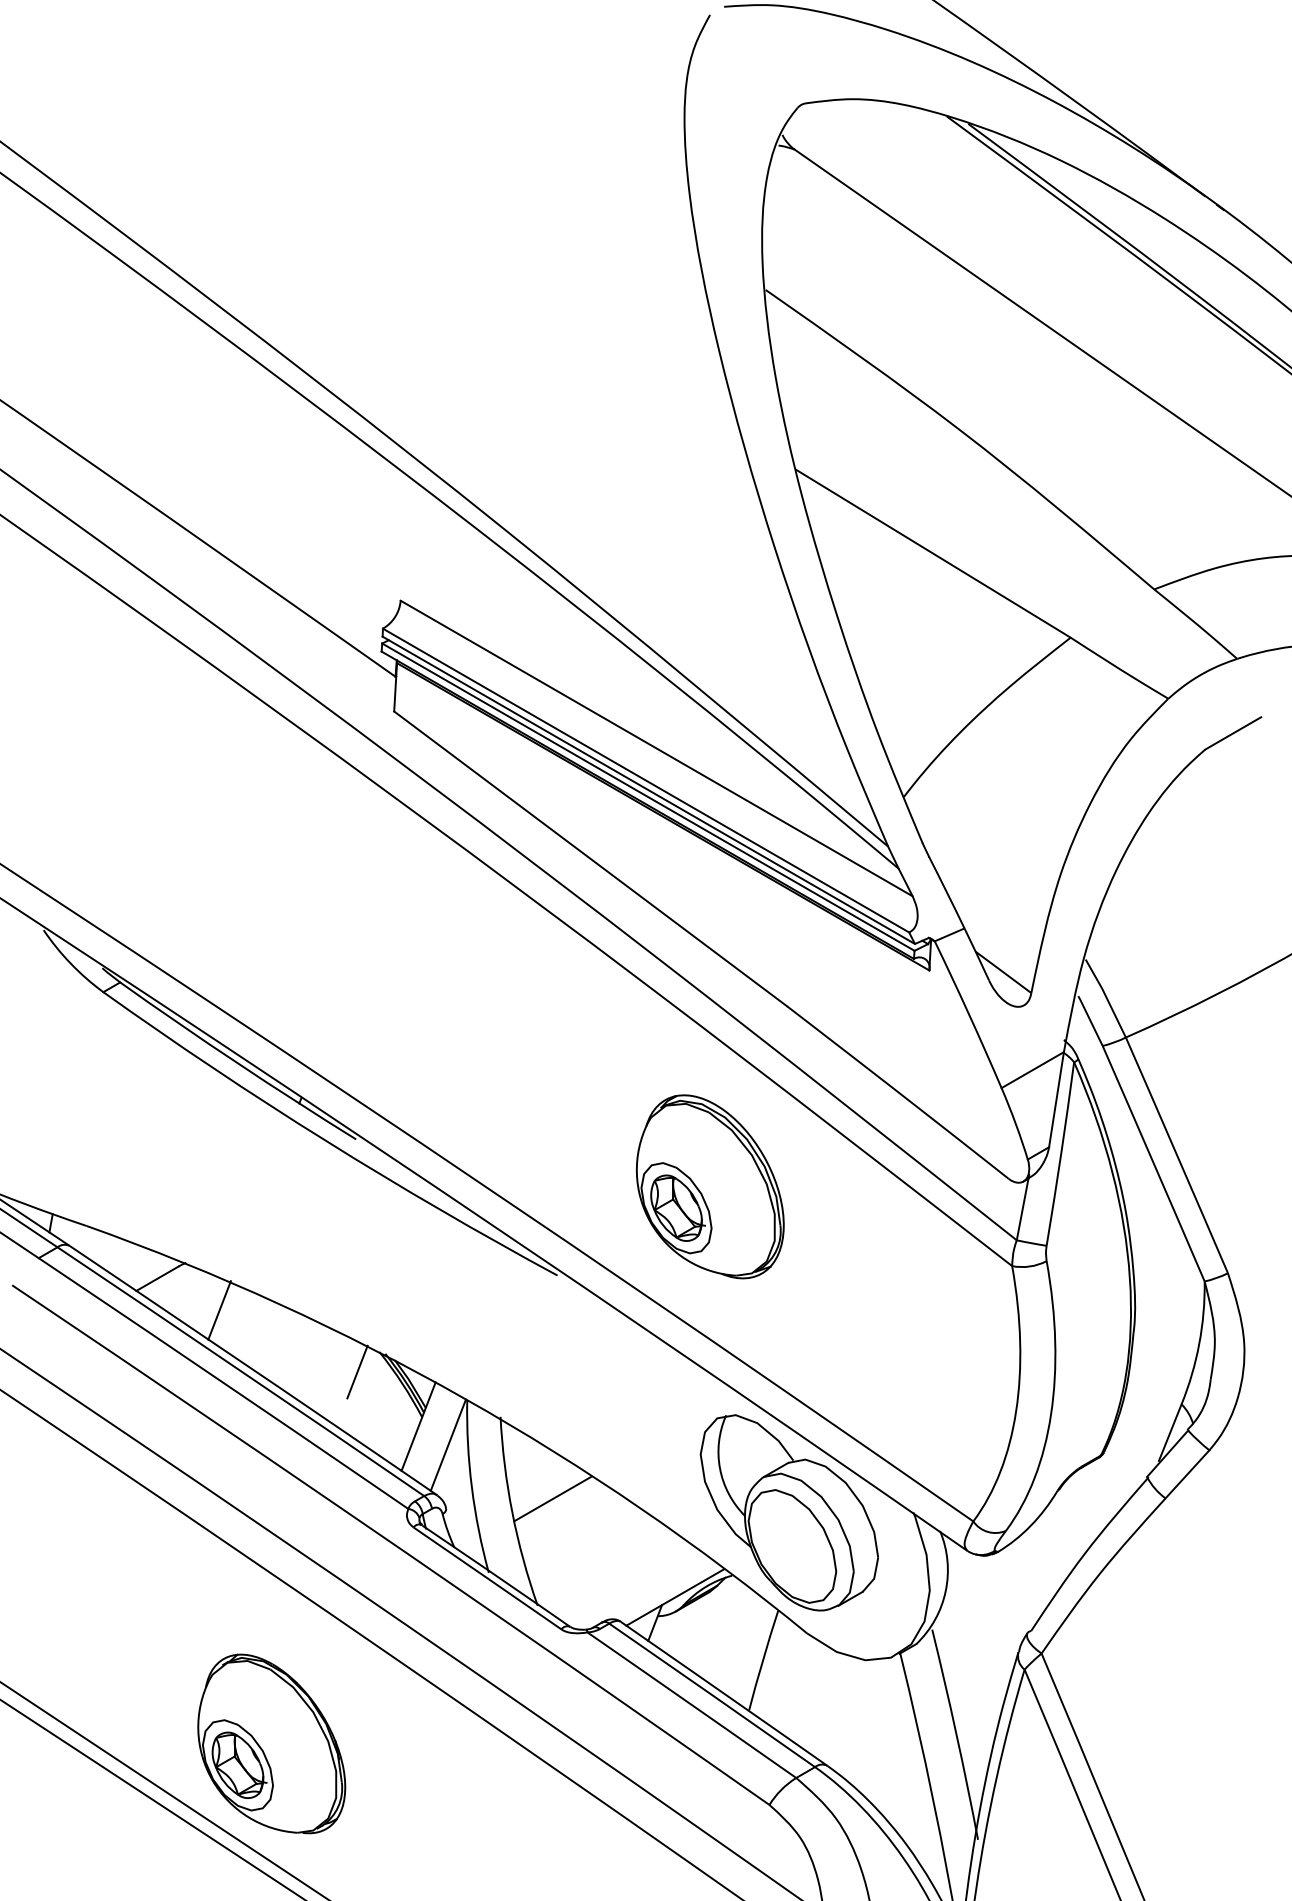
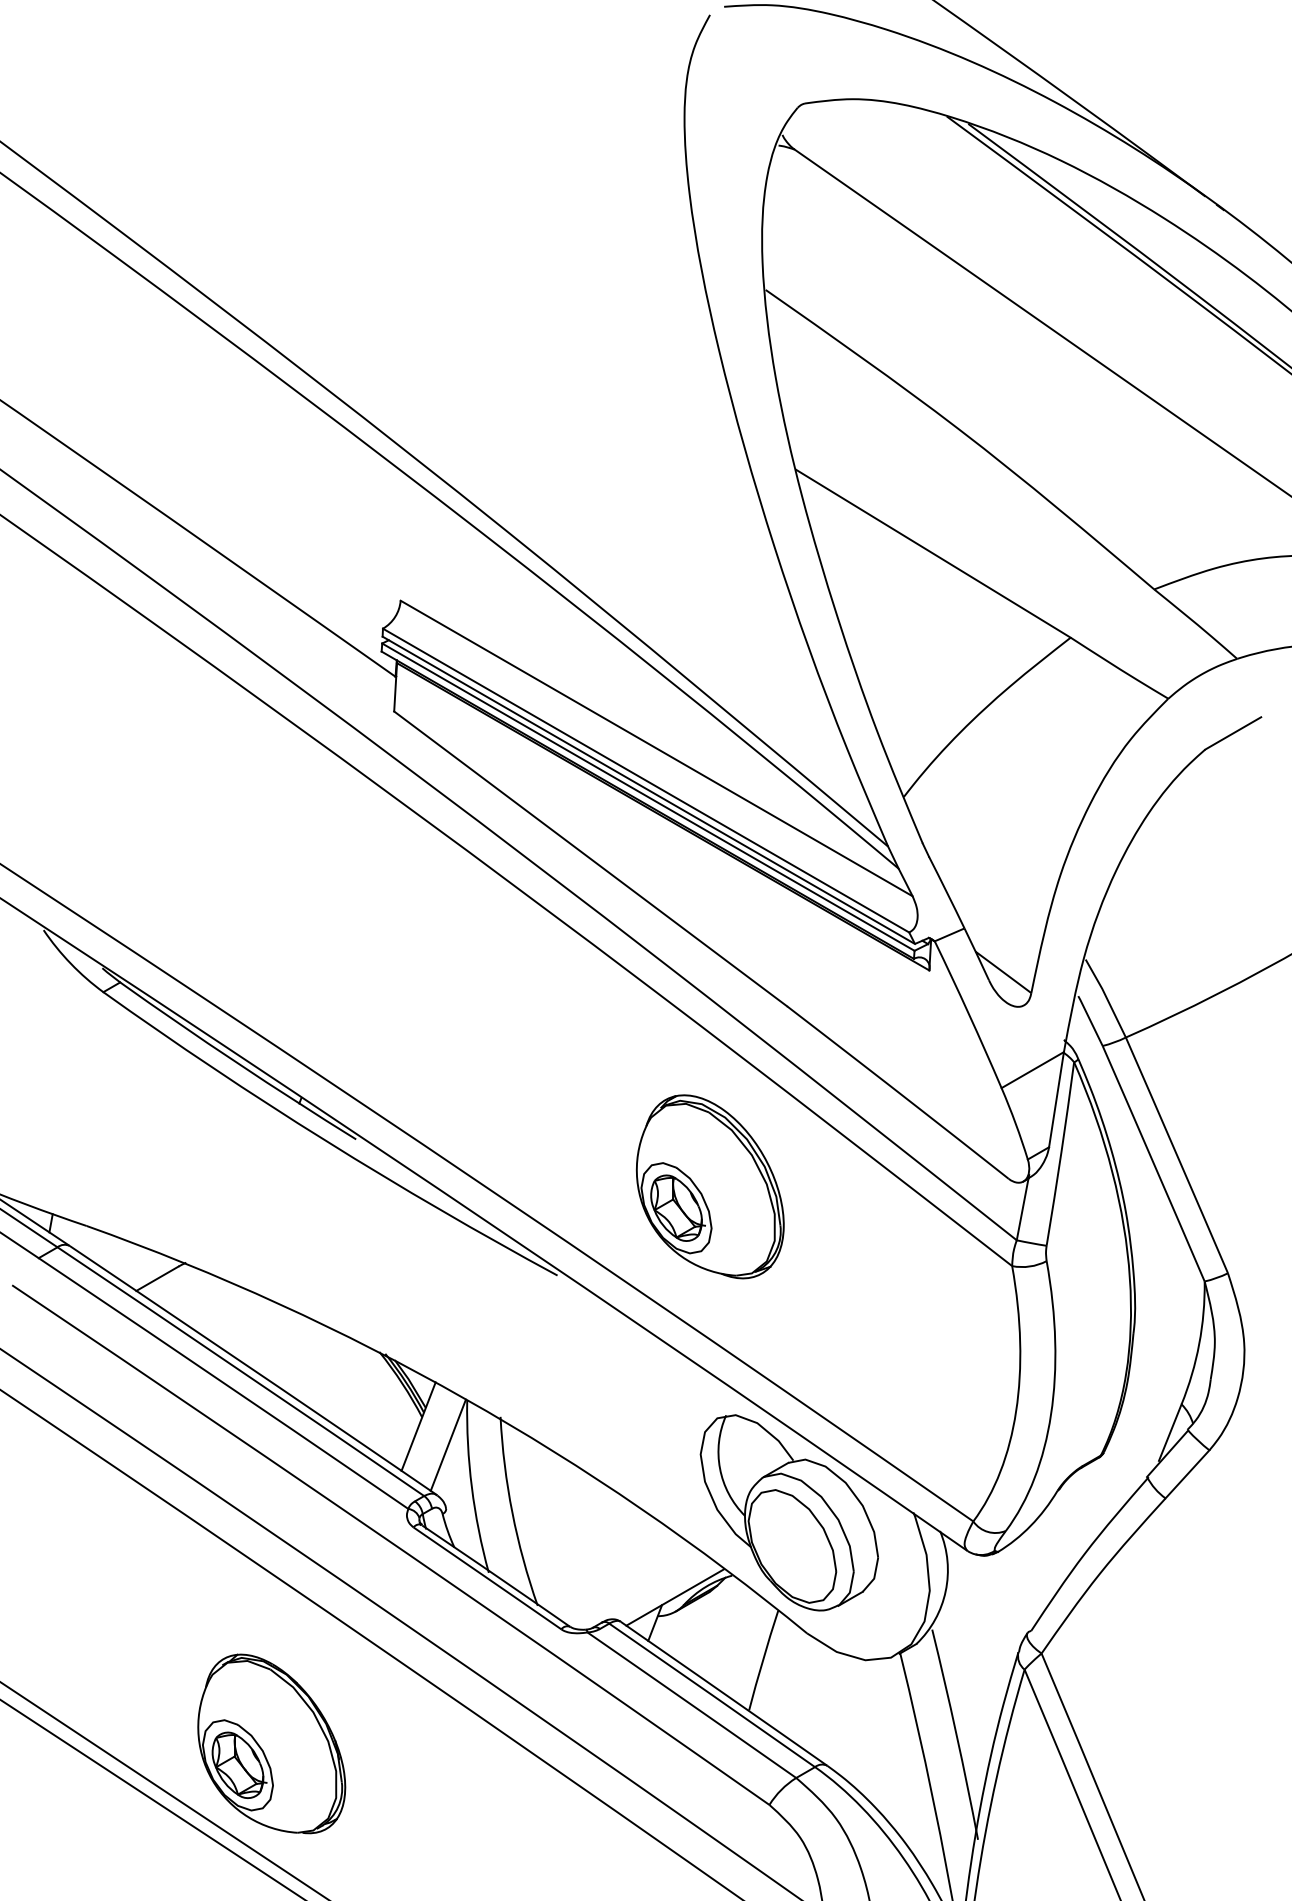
line at (219, 1310): present -> none
line at (357, 1371): present -> none
line at (552, 1498): present -> none
